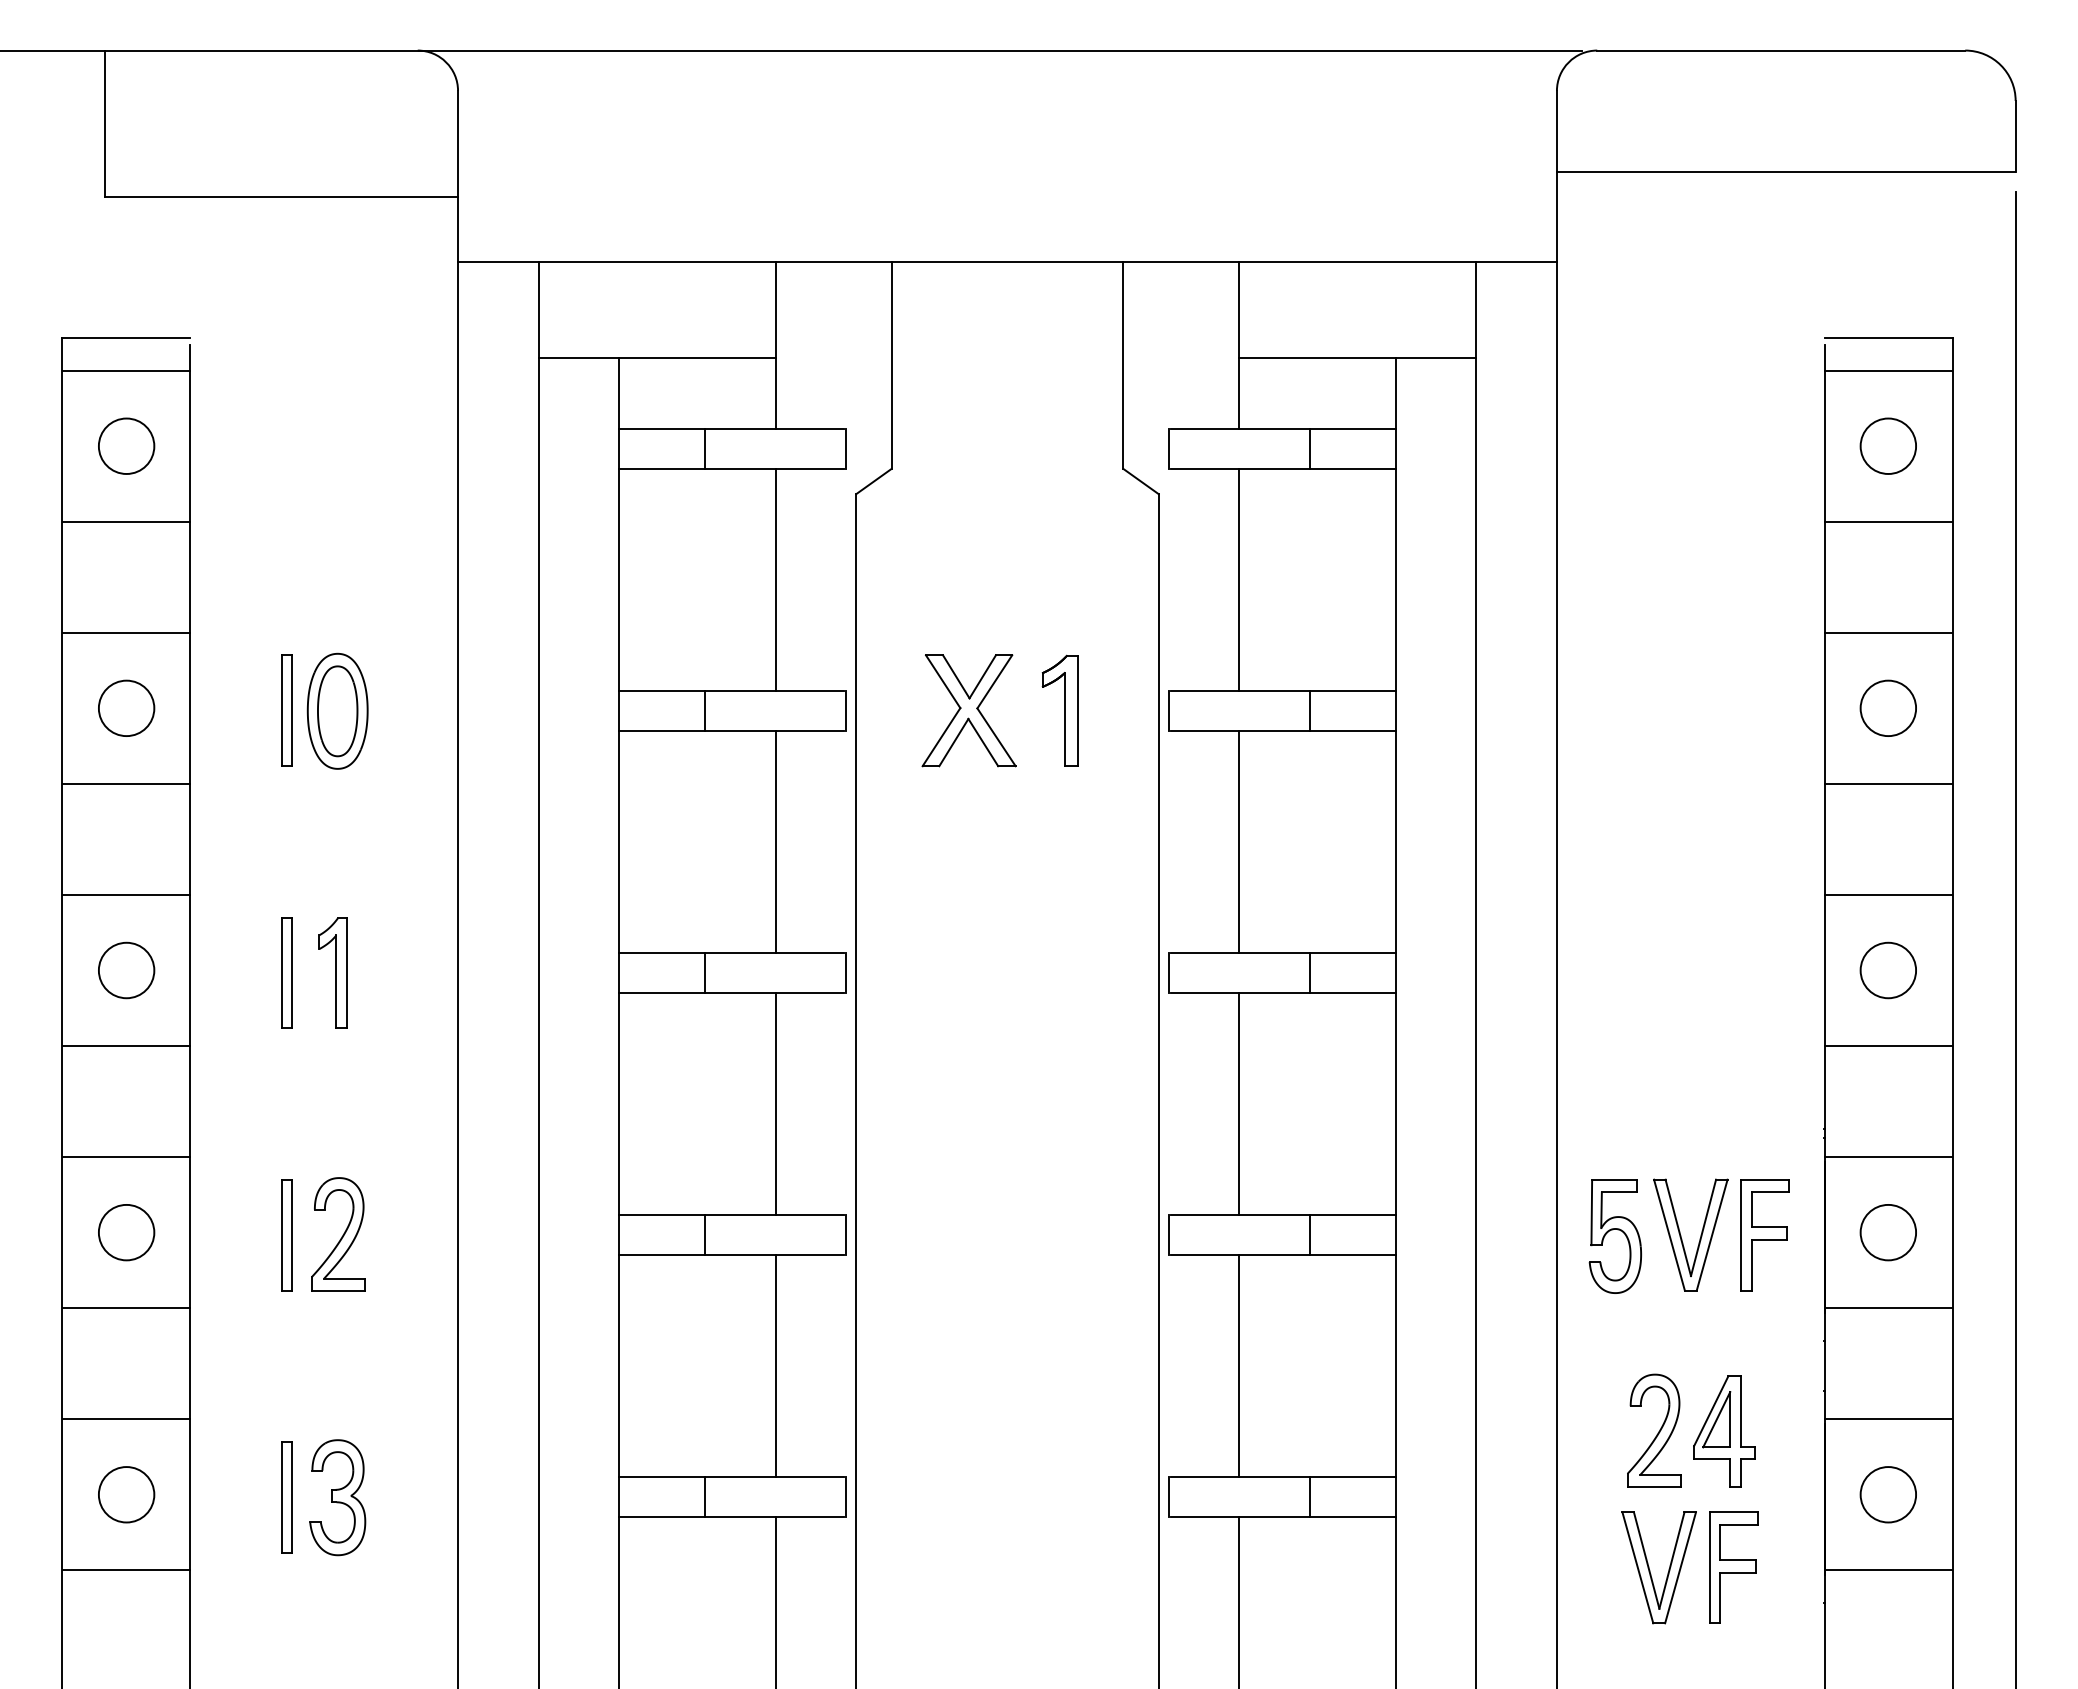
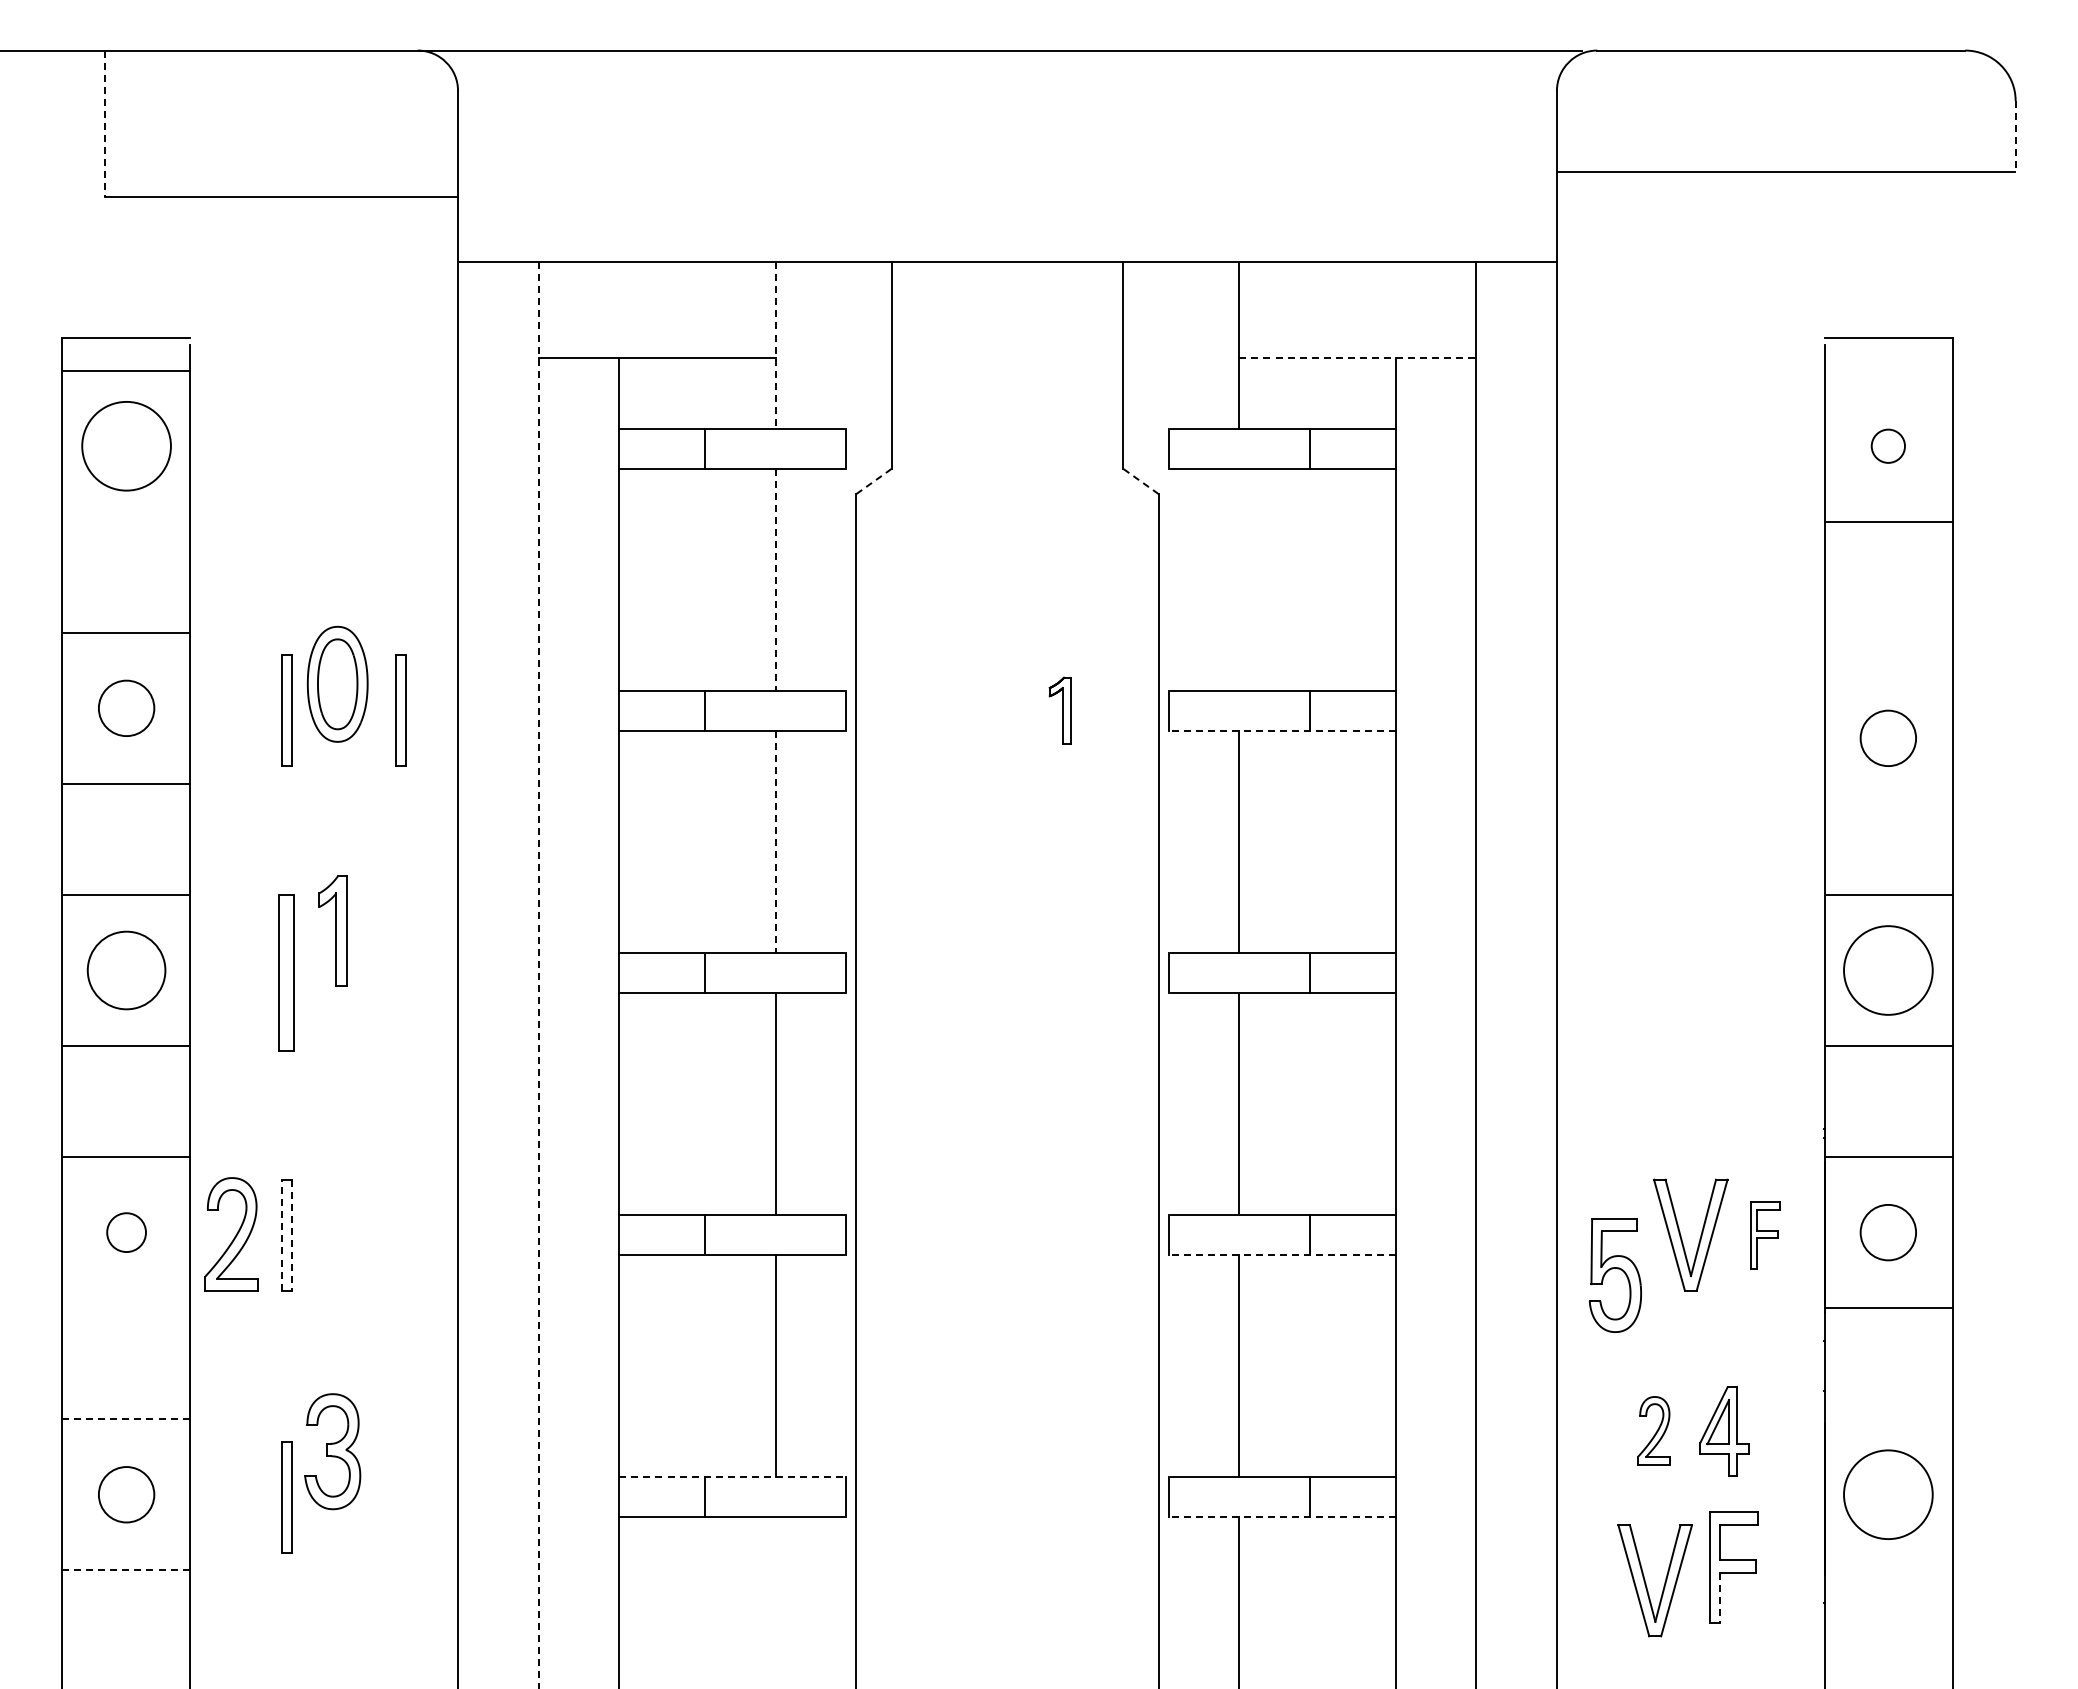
line at (105, 124): solid -> dashed
line at (2015, 136): solid -> dashed
line at (775, 345): solid -> dashed
line at (1358, 358): solid -> dashed
line at (1888, 370): present -> none
circle at (126, 445) diameter: 55 px -> 89 px
circle at (1888, 445) diameter: 55 px -> 33 px
line at (873, 481): solid -> dashed
line at (1141, 481): solid -> dashed
line at (126, 521): present -> none
line at (775, 579): solid -> dashed
line at (1239, 579): present -> none
line at (1888, 632): present -> none
circle at (1887, 707) position: (1887, 707) -> (1887, 737)
part at (337, 710) position: (337, 710) -> (337, 683)
part at (400, 710): none -> present
part at (968, 710): present -> none
part at (1059, 710) size: 38x113 px -> 24x69 px
line at (1283, 731): solid -> dashed
line at (1888, 784): present -> none
line at (775, 841): solid -> dashed
line at (2015, 938): present -> none
circle at (126, 970) diameter: 55 px -> 78 px
circle at (1888, 970) diameter: 55 px -> 89 px
part at (286, 972) size: 12x112 px -> 17x158 px
part at (332, 972) position: (332, 972) -> (332, 930)
line at (538, 975): solid -> dashed
part at (1612, 1230) position: (1612, 1230) -> (1612, 1269)
circle at (126, 1232) diameter: 55 px -> 39 px
line at (281, 1234): solid -> dashed
part at (338, 1234) position: (338, 1234) -> (231, 1234)
line at (292, 1235): solid -> dashed
part at (1764, 1235) size: 50x113 px -> 31x69 px
line at (1283, 1255): solid -> dashed
line at (126, 1308): present -> none
line at (125, 1419): solid -> dashed
line at (1888, 1419): present -> none
part at (1654, 1430) size: 55x115 px -> 34x70 px
part at (1724, 1431) size: 63x113 px -> 51x91 px
line at (731, 1477): solid -> dashed
circle at (1888, 1494) diameter: 55 px -> 89 px
part at (337, 1497) position: (337, 1497) -> (332, 1451)
line at (1283, 1517): solid -> dashed
line at (125, 1570): solid -> dashed
part at (1650, 1570) position: (1650, 1570) -> (1646, 1583)
line at (1888, 1570): present -> none
line at (1720, 1598): solid -> dashed
line at (775, 1601): present -> none
